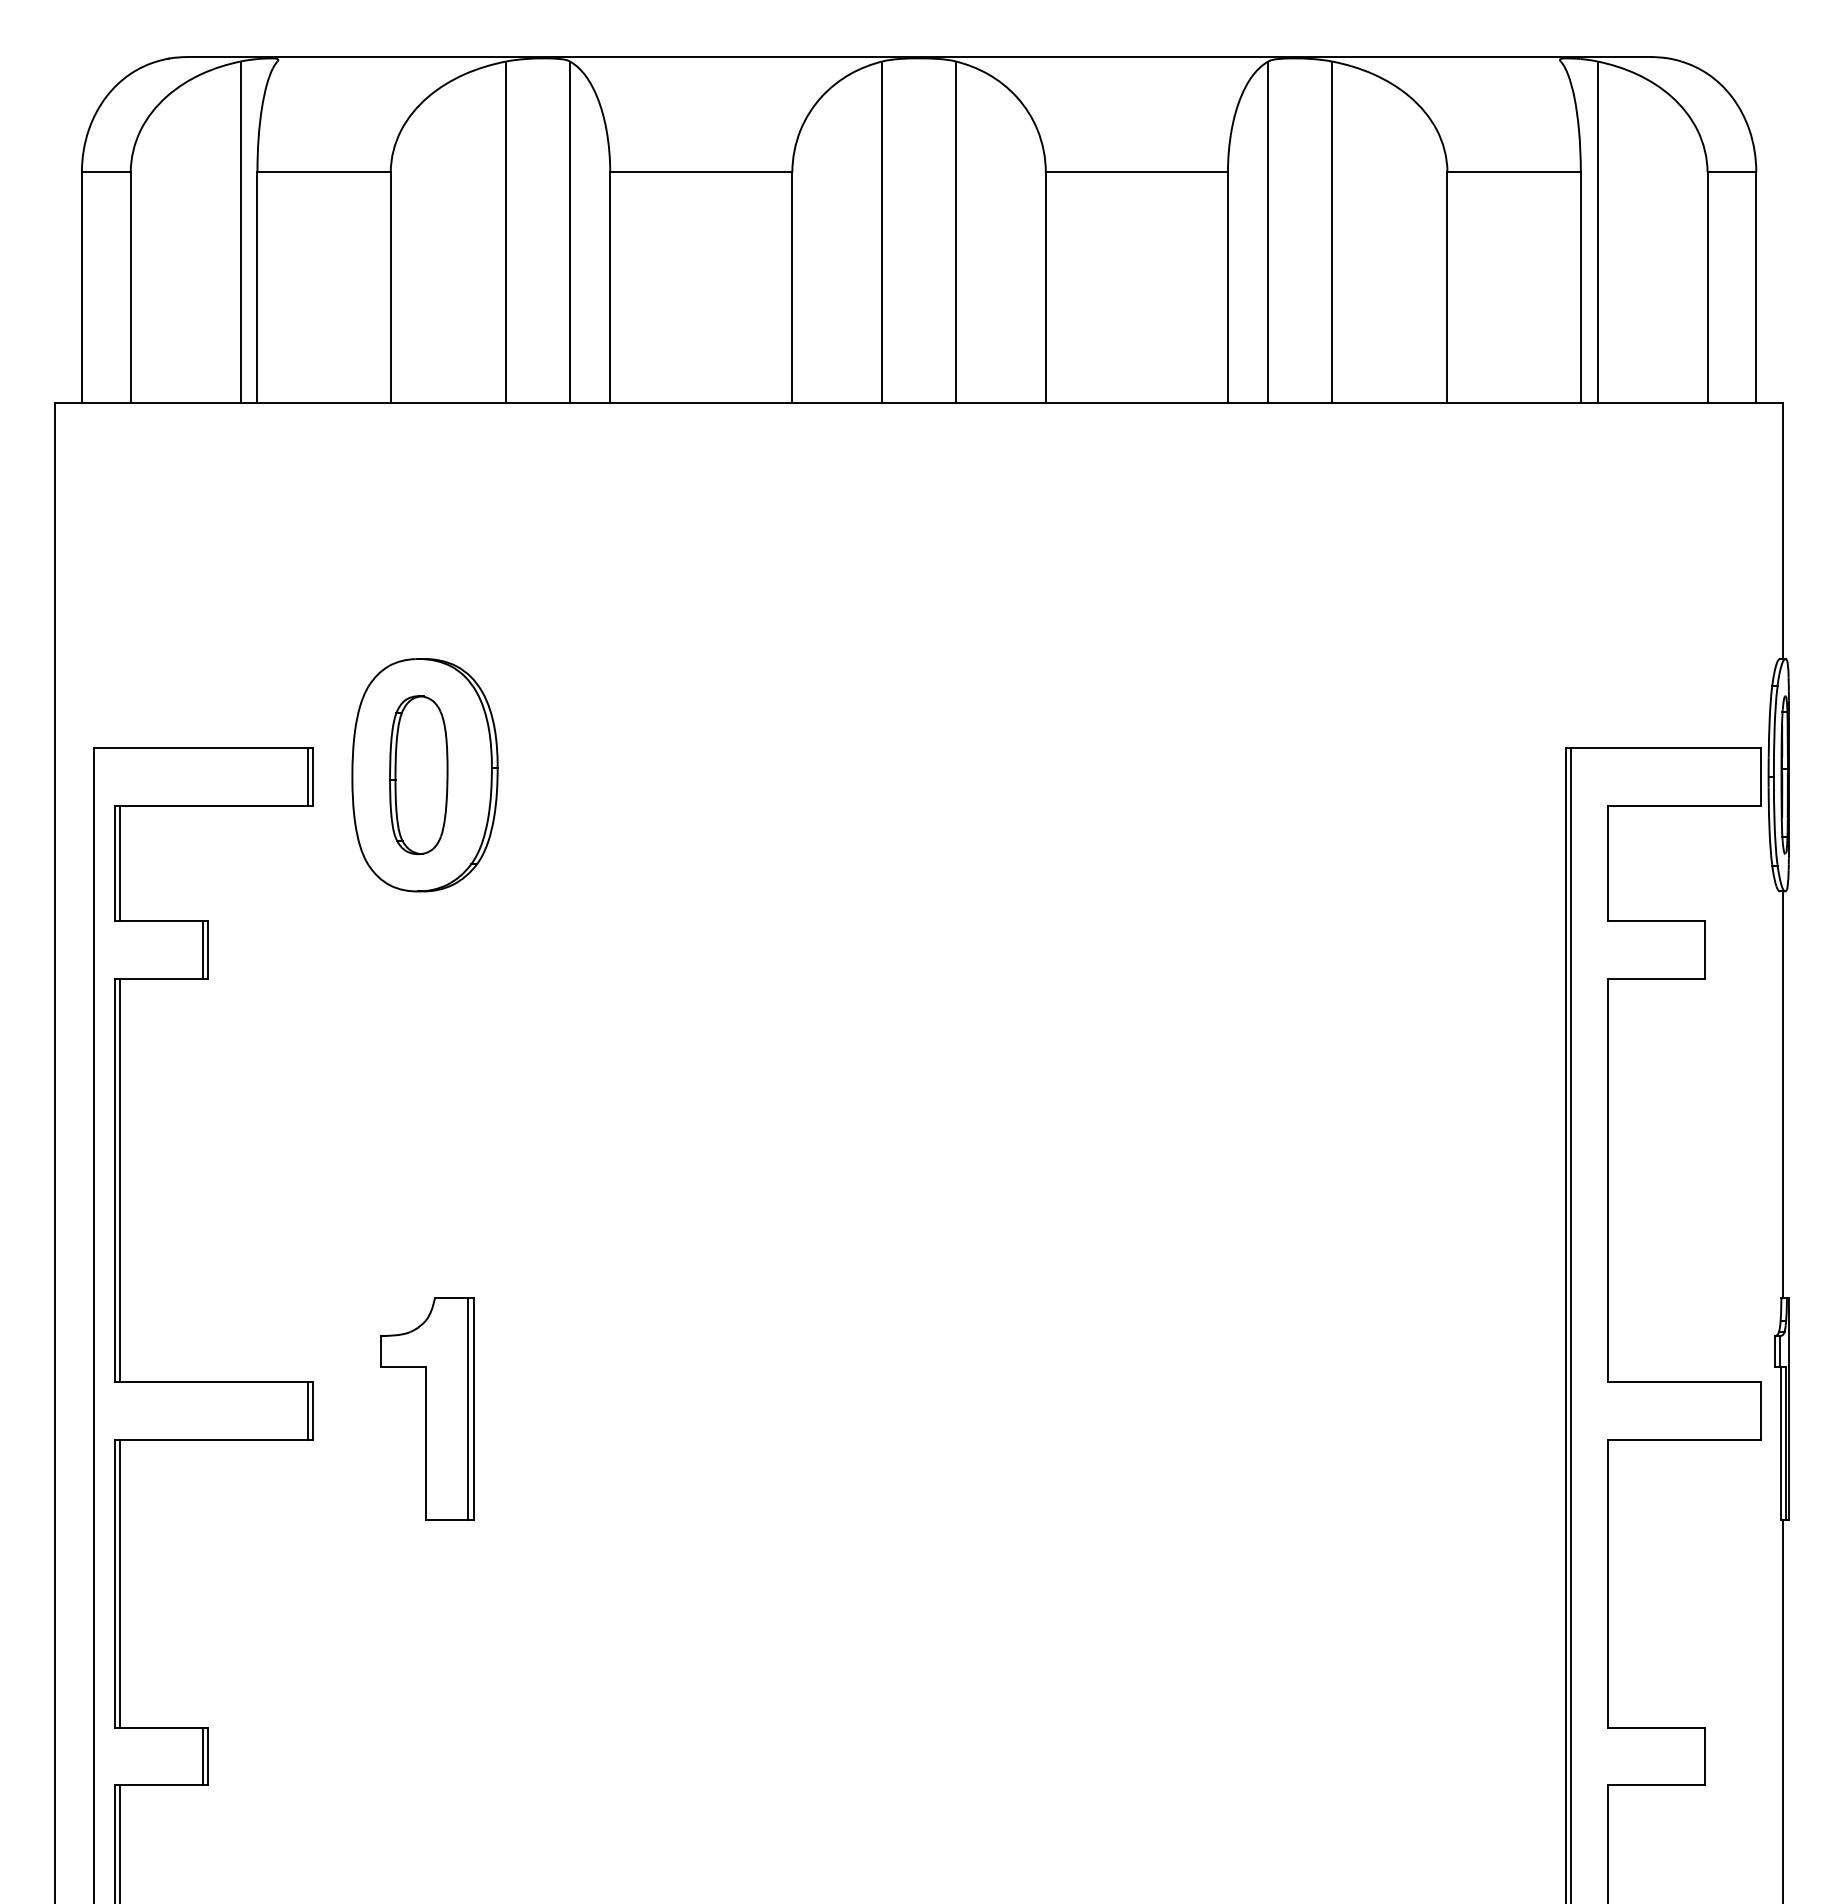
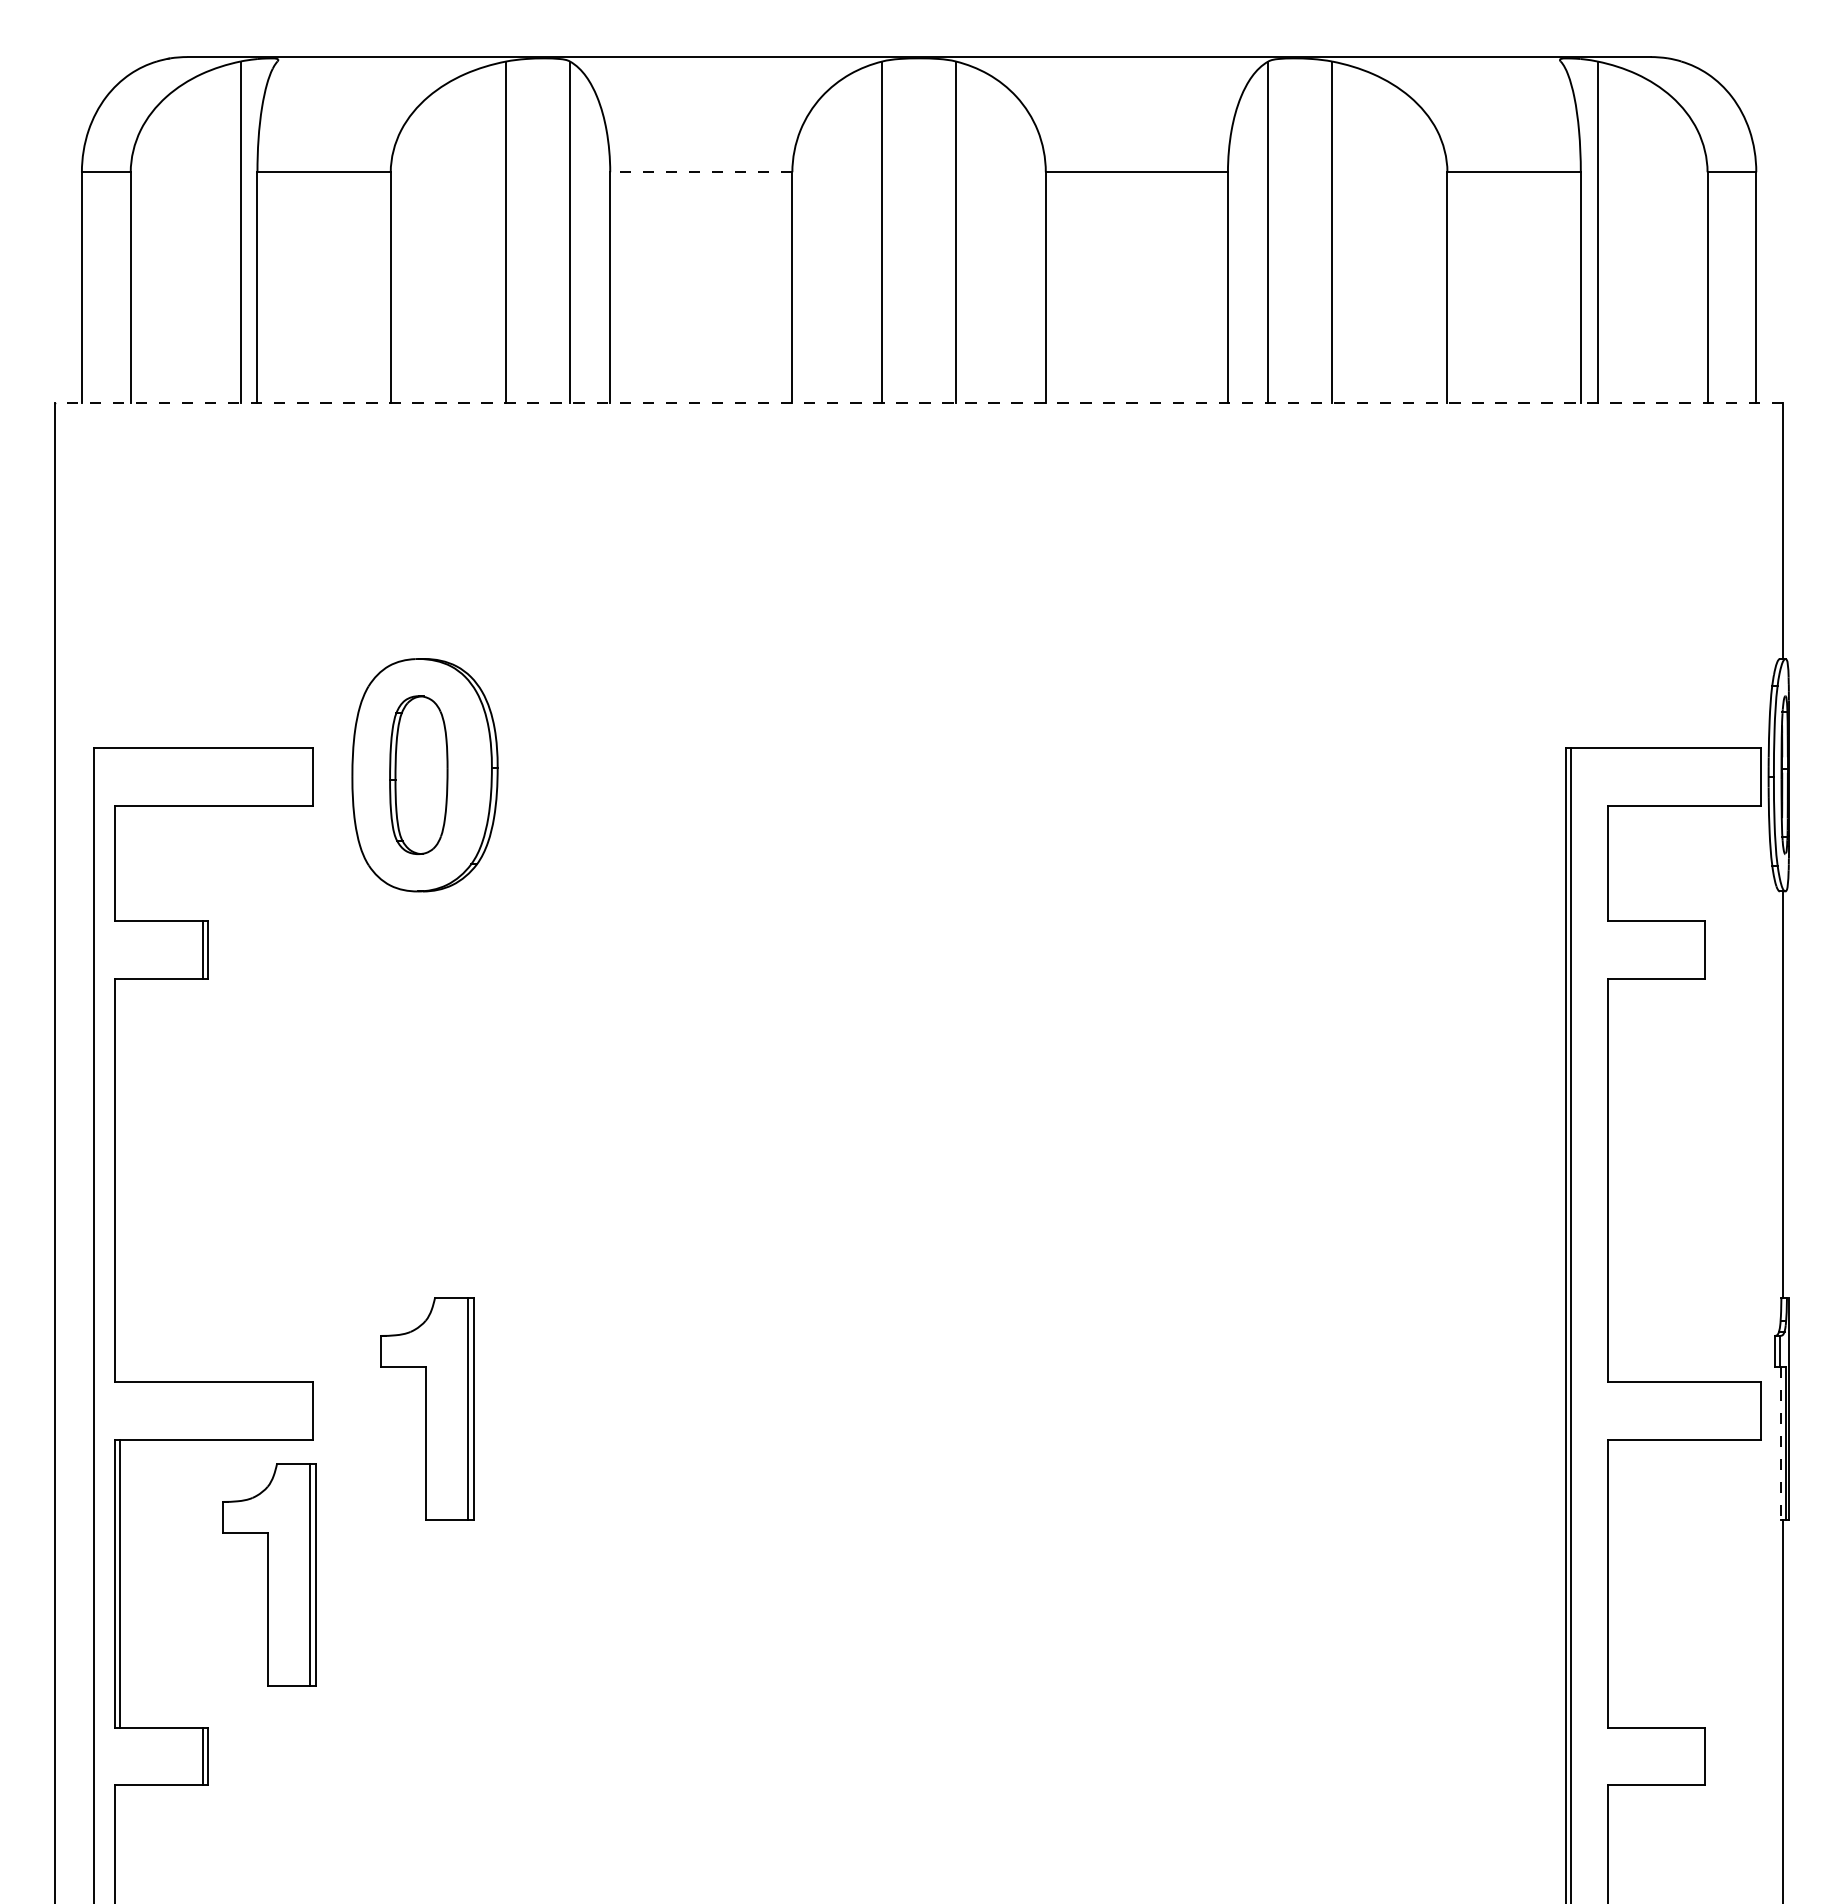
line at (700, 172): solid -> dashed
line at (918, 402): solid -> dashed
line at (307, 776): present -> none
line at (119, 863): present -> none
line at (119, 1179): present -> none
line at (307, 1410): present -> none
line at (1780, 1443): solid -> dashed
part at (269, 1574): none -> present
line at (119, 1842): present -> none
